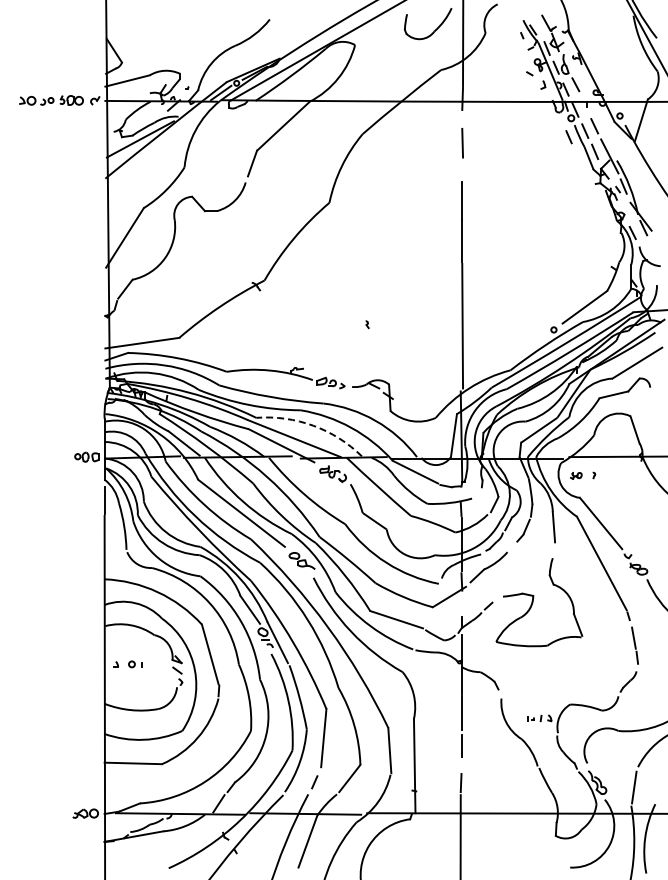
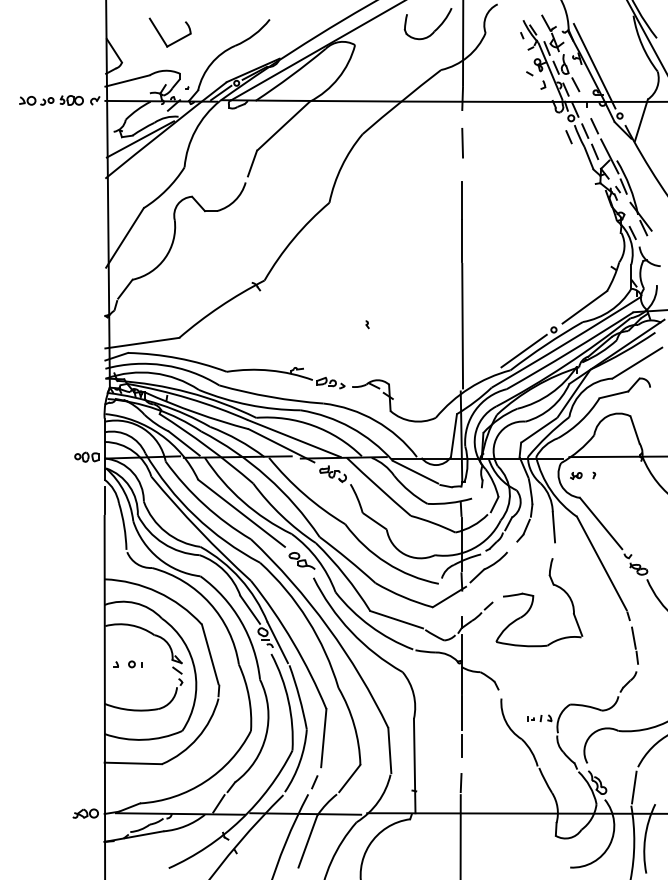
part at (162, 36): none -> present
line at (594, 66): none -> present
line at (523, 350): none -> present
arc at (313, 425): dashed -> solid
